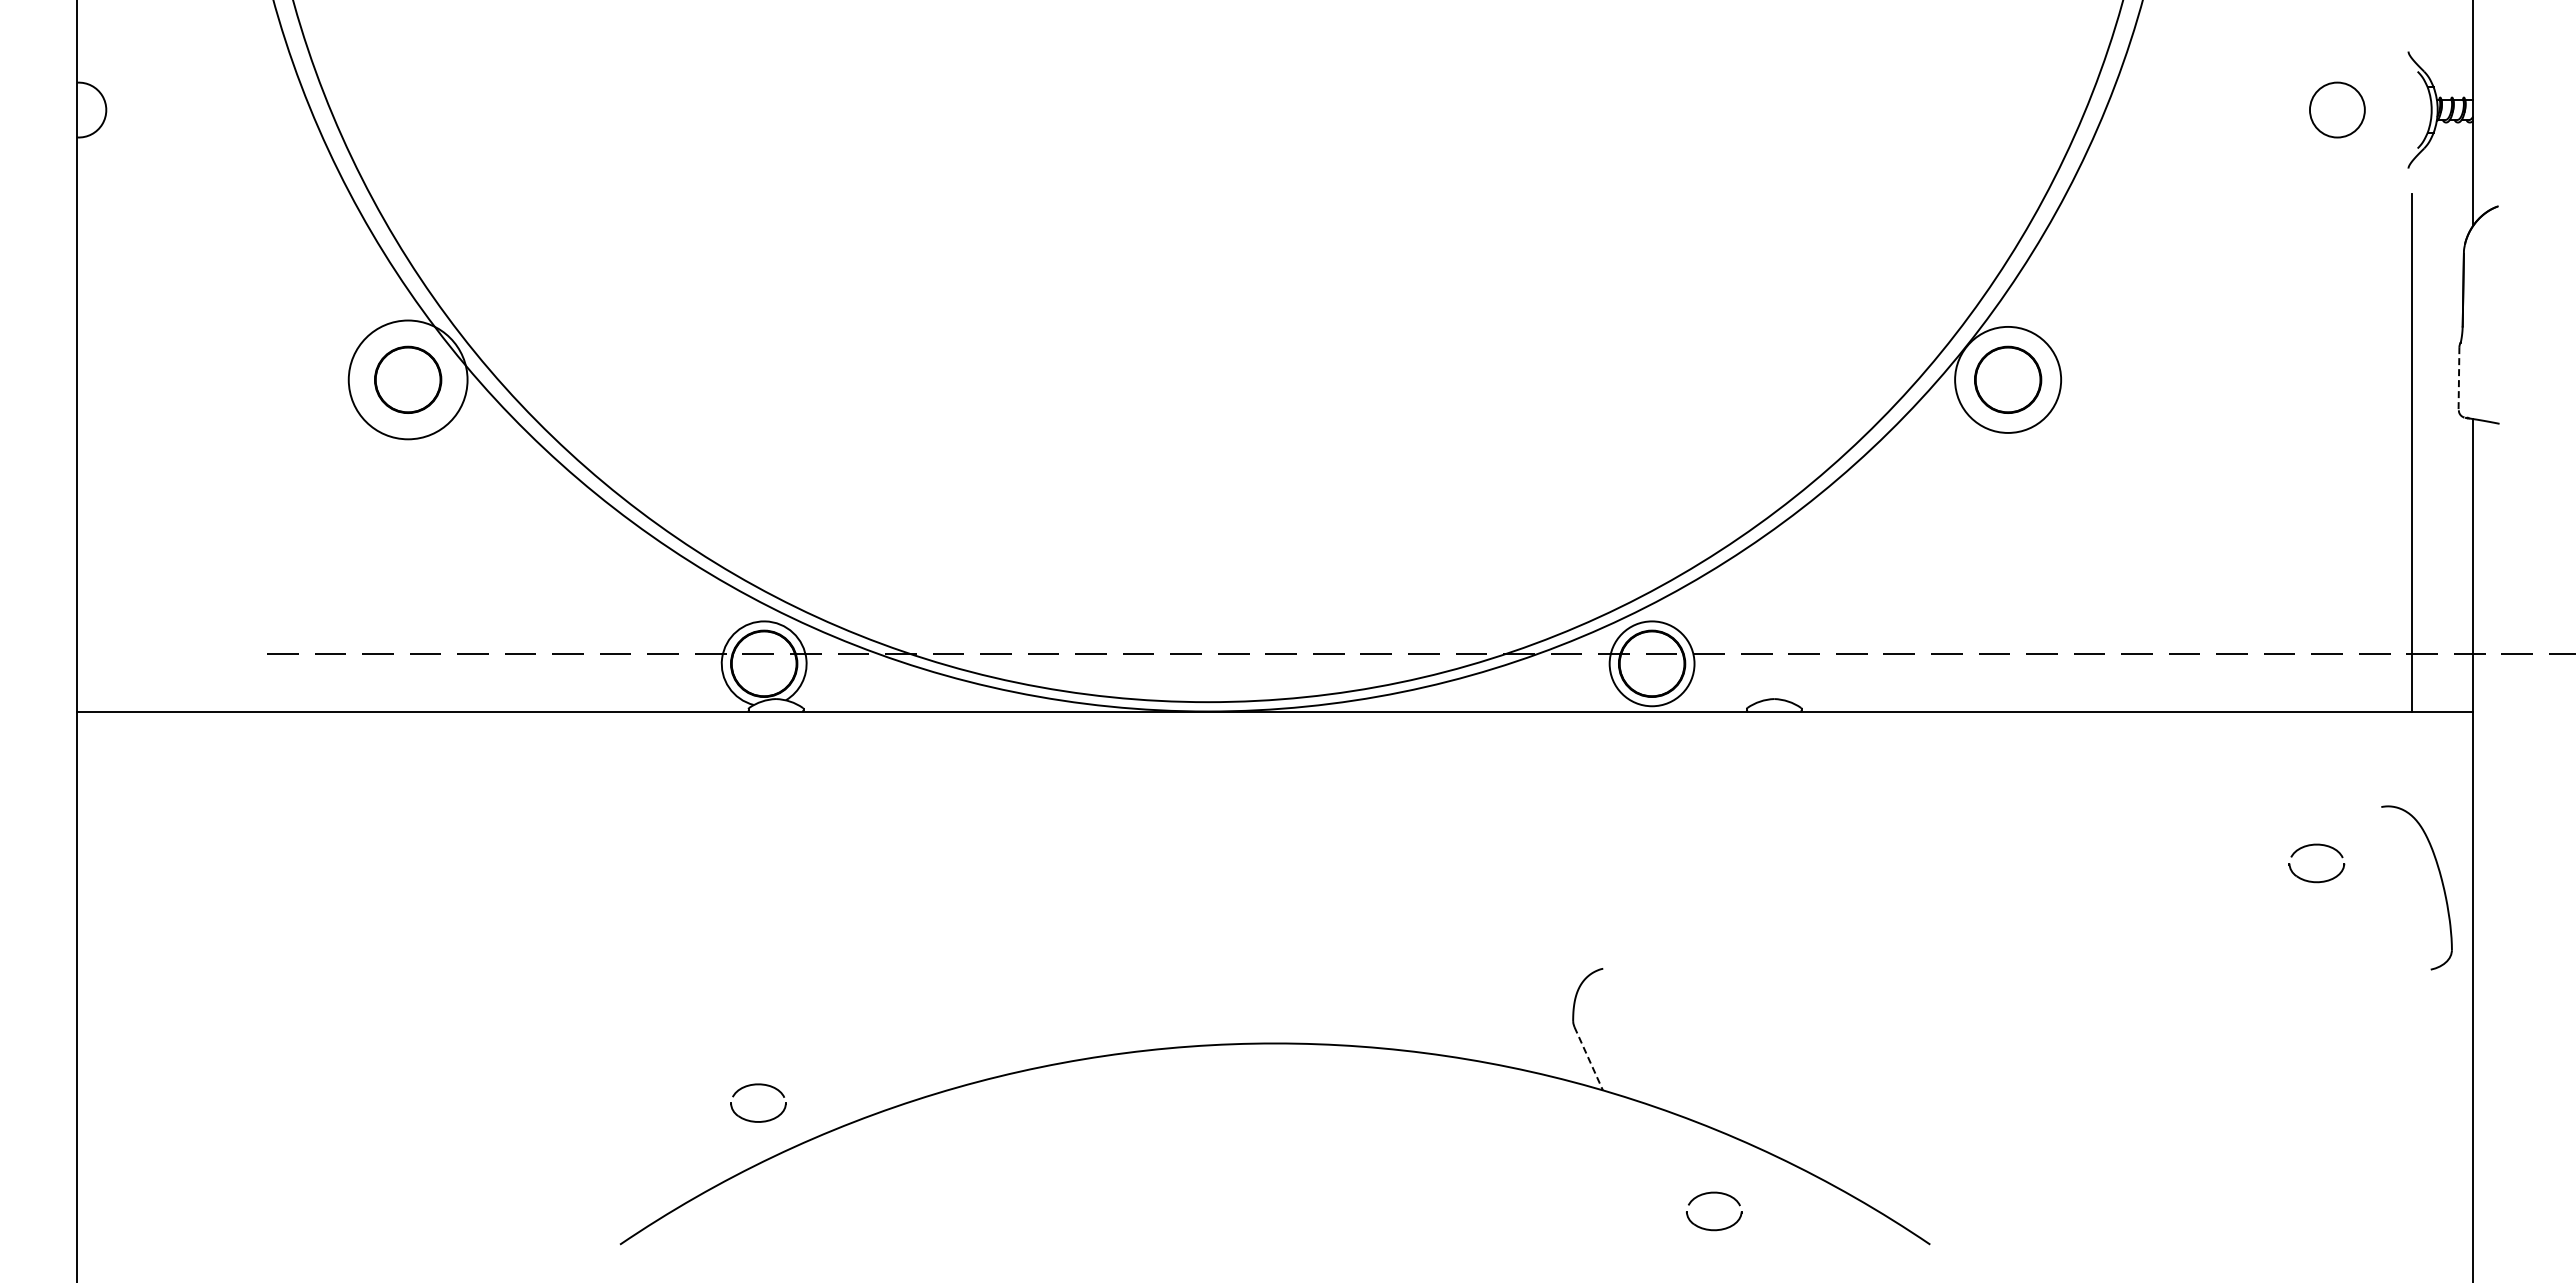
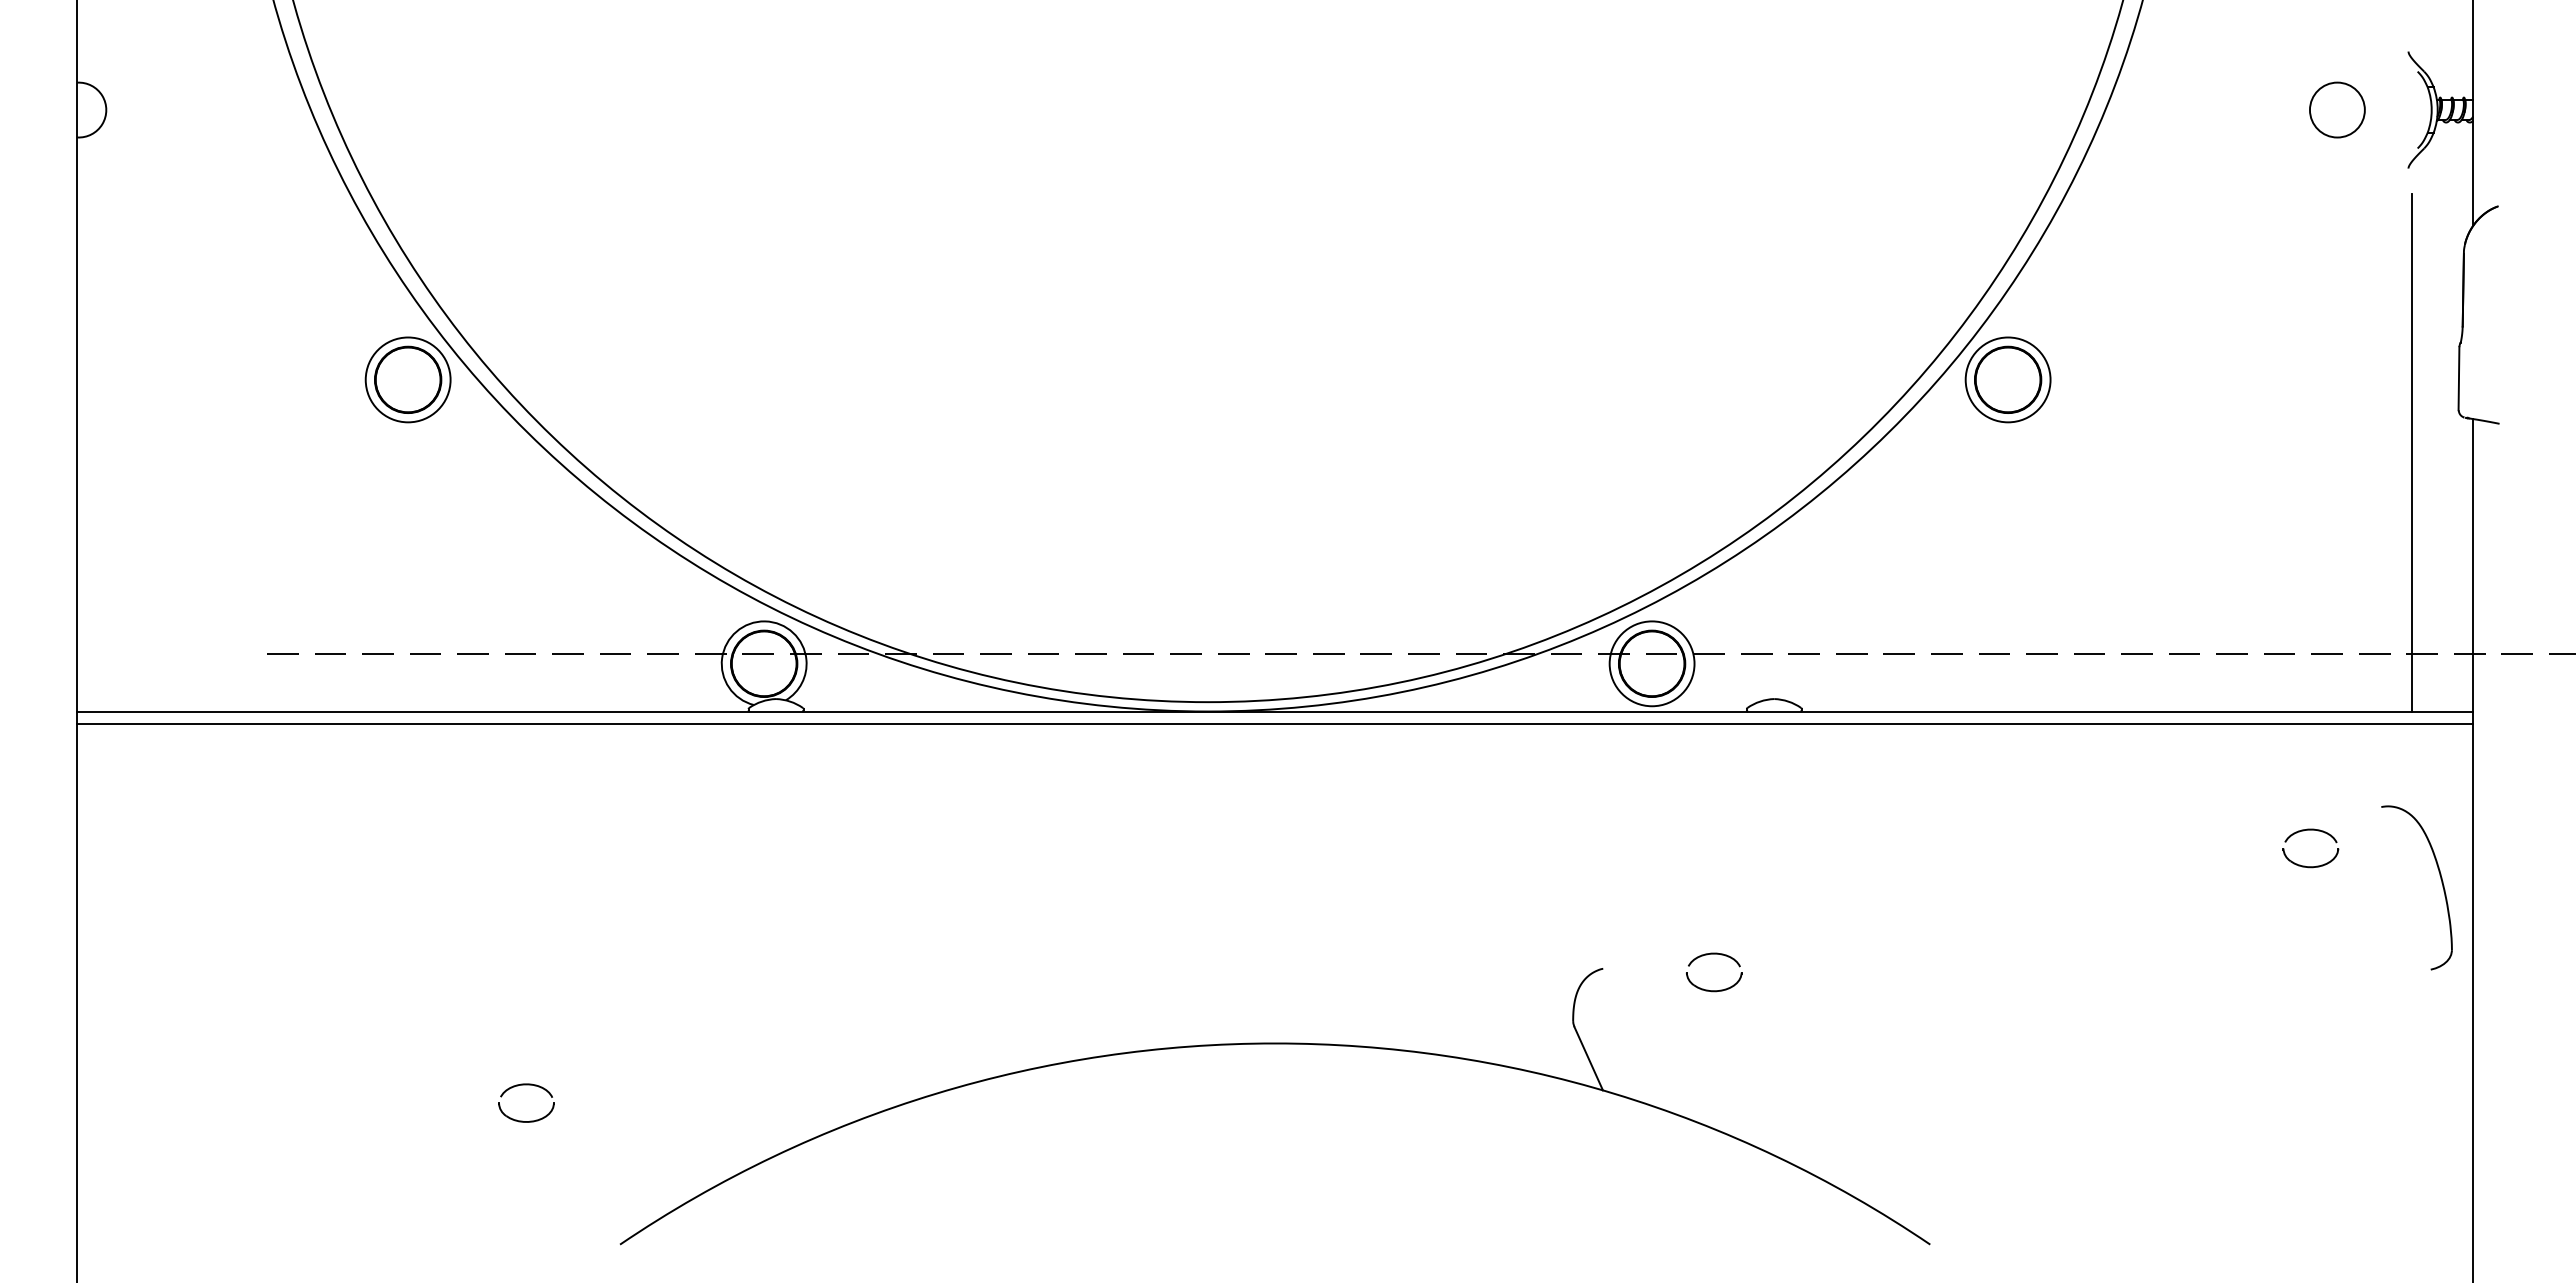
line at (2458, 378): dashed -> solid
circle at (407, 379) diameter: 119 px -> 85 px
circle at (2008, 379) diameter: 106 px -> 85 px
line at (1274, 724): none -> present
part at (2311, 880) position: (2311, 880) -> (2305, 865)
line at (1588, 1058): dashed -> solid
part at (758, 1085) position: (758, 1085) -> (526, 1085)
part at (1714, 1193) position: (1714, 1193) -> (1714, 954)
